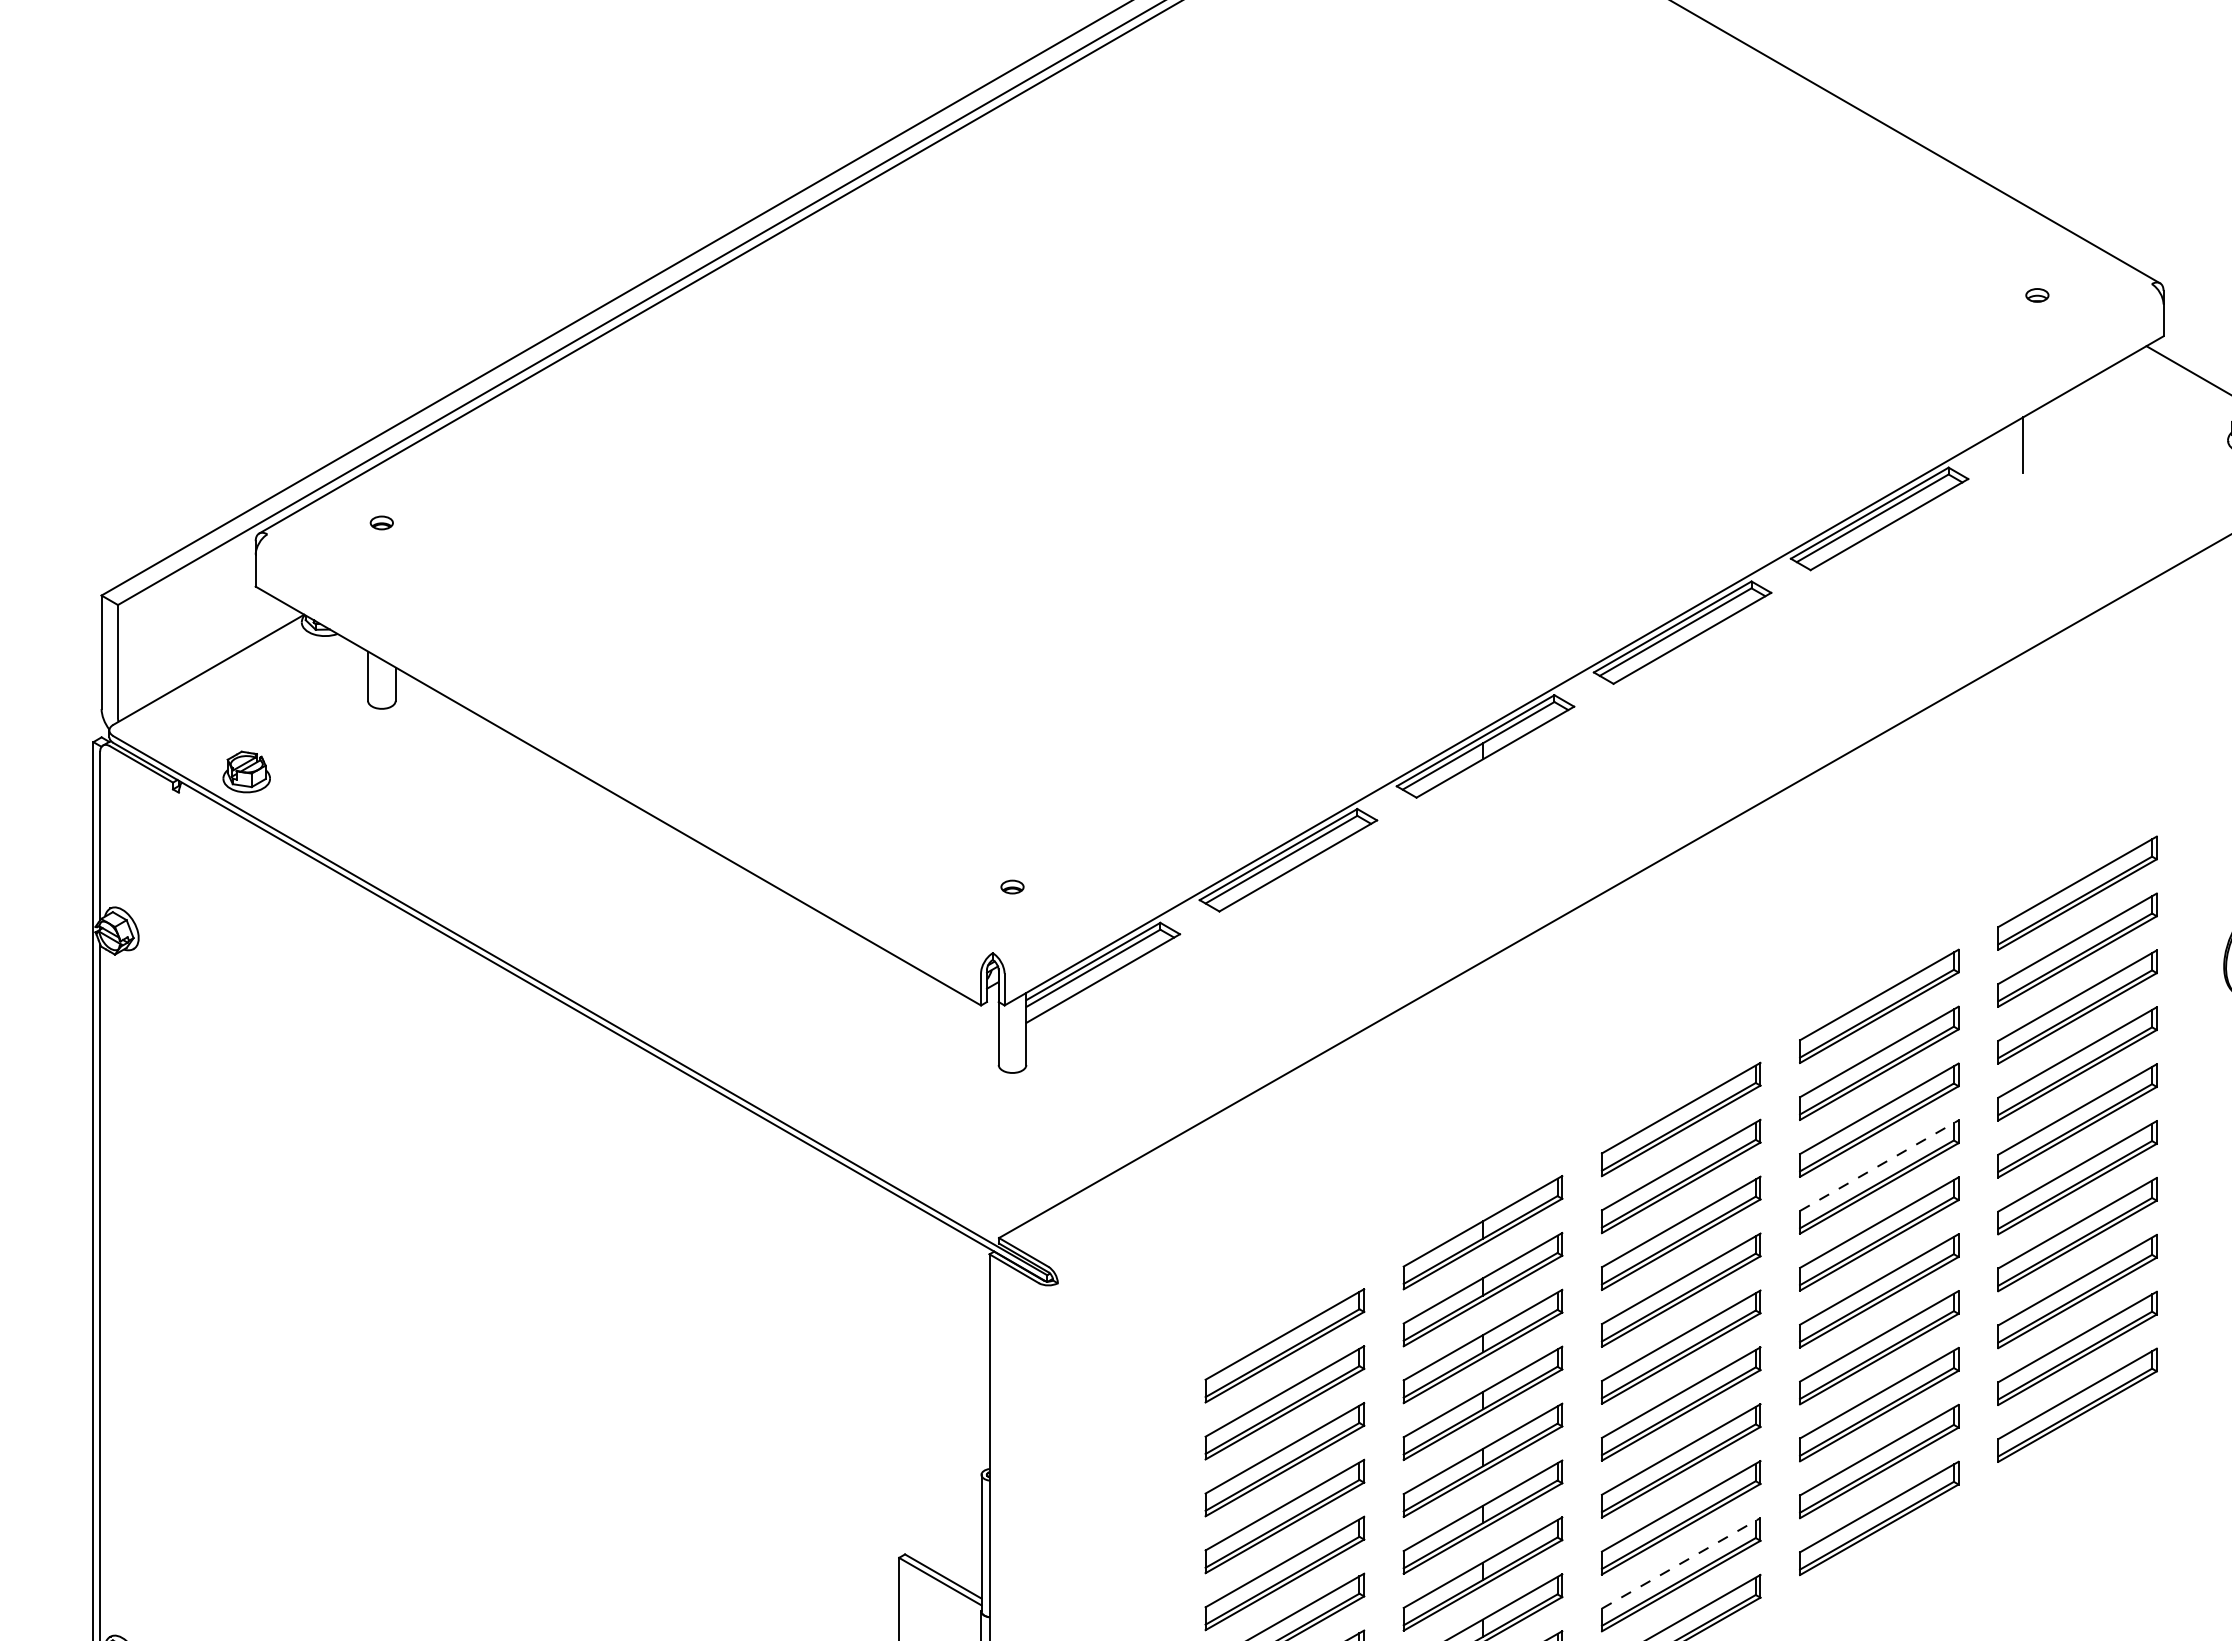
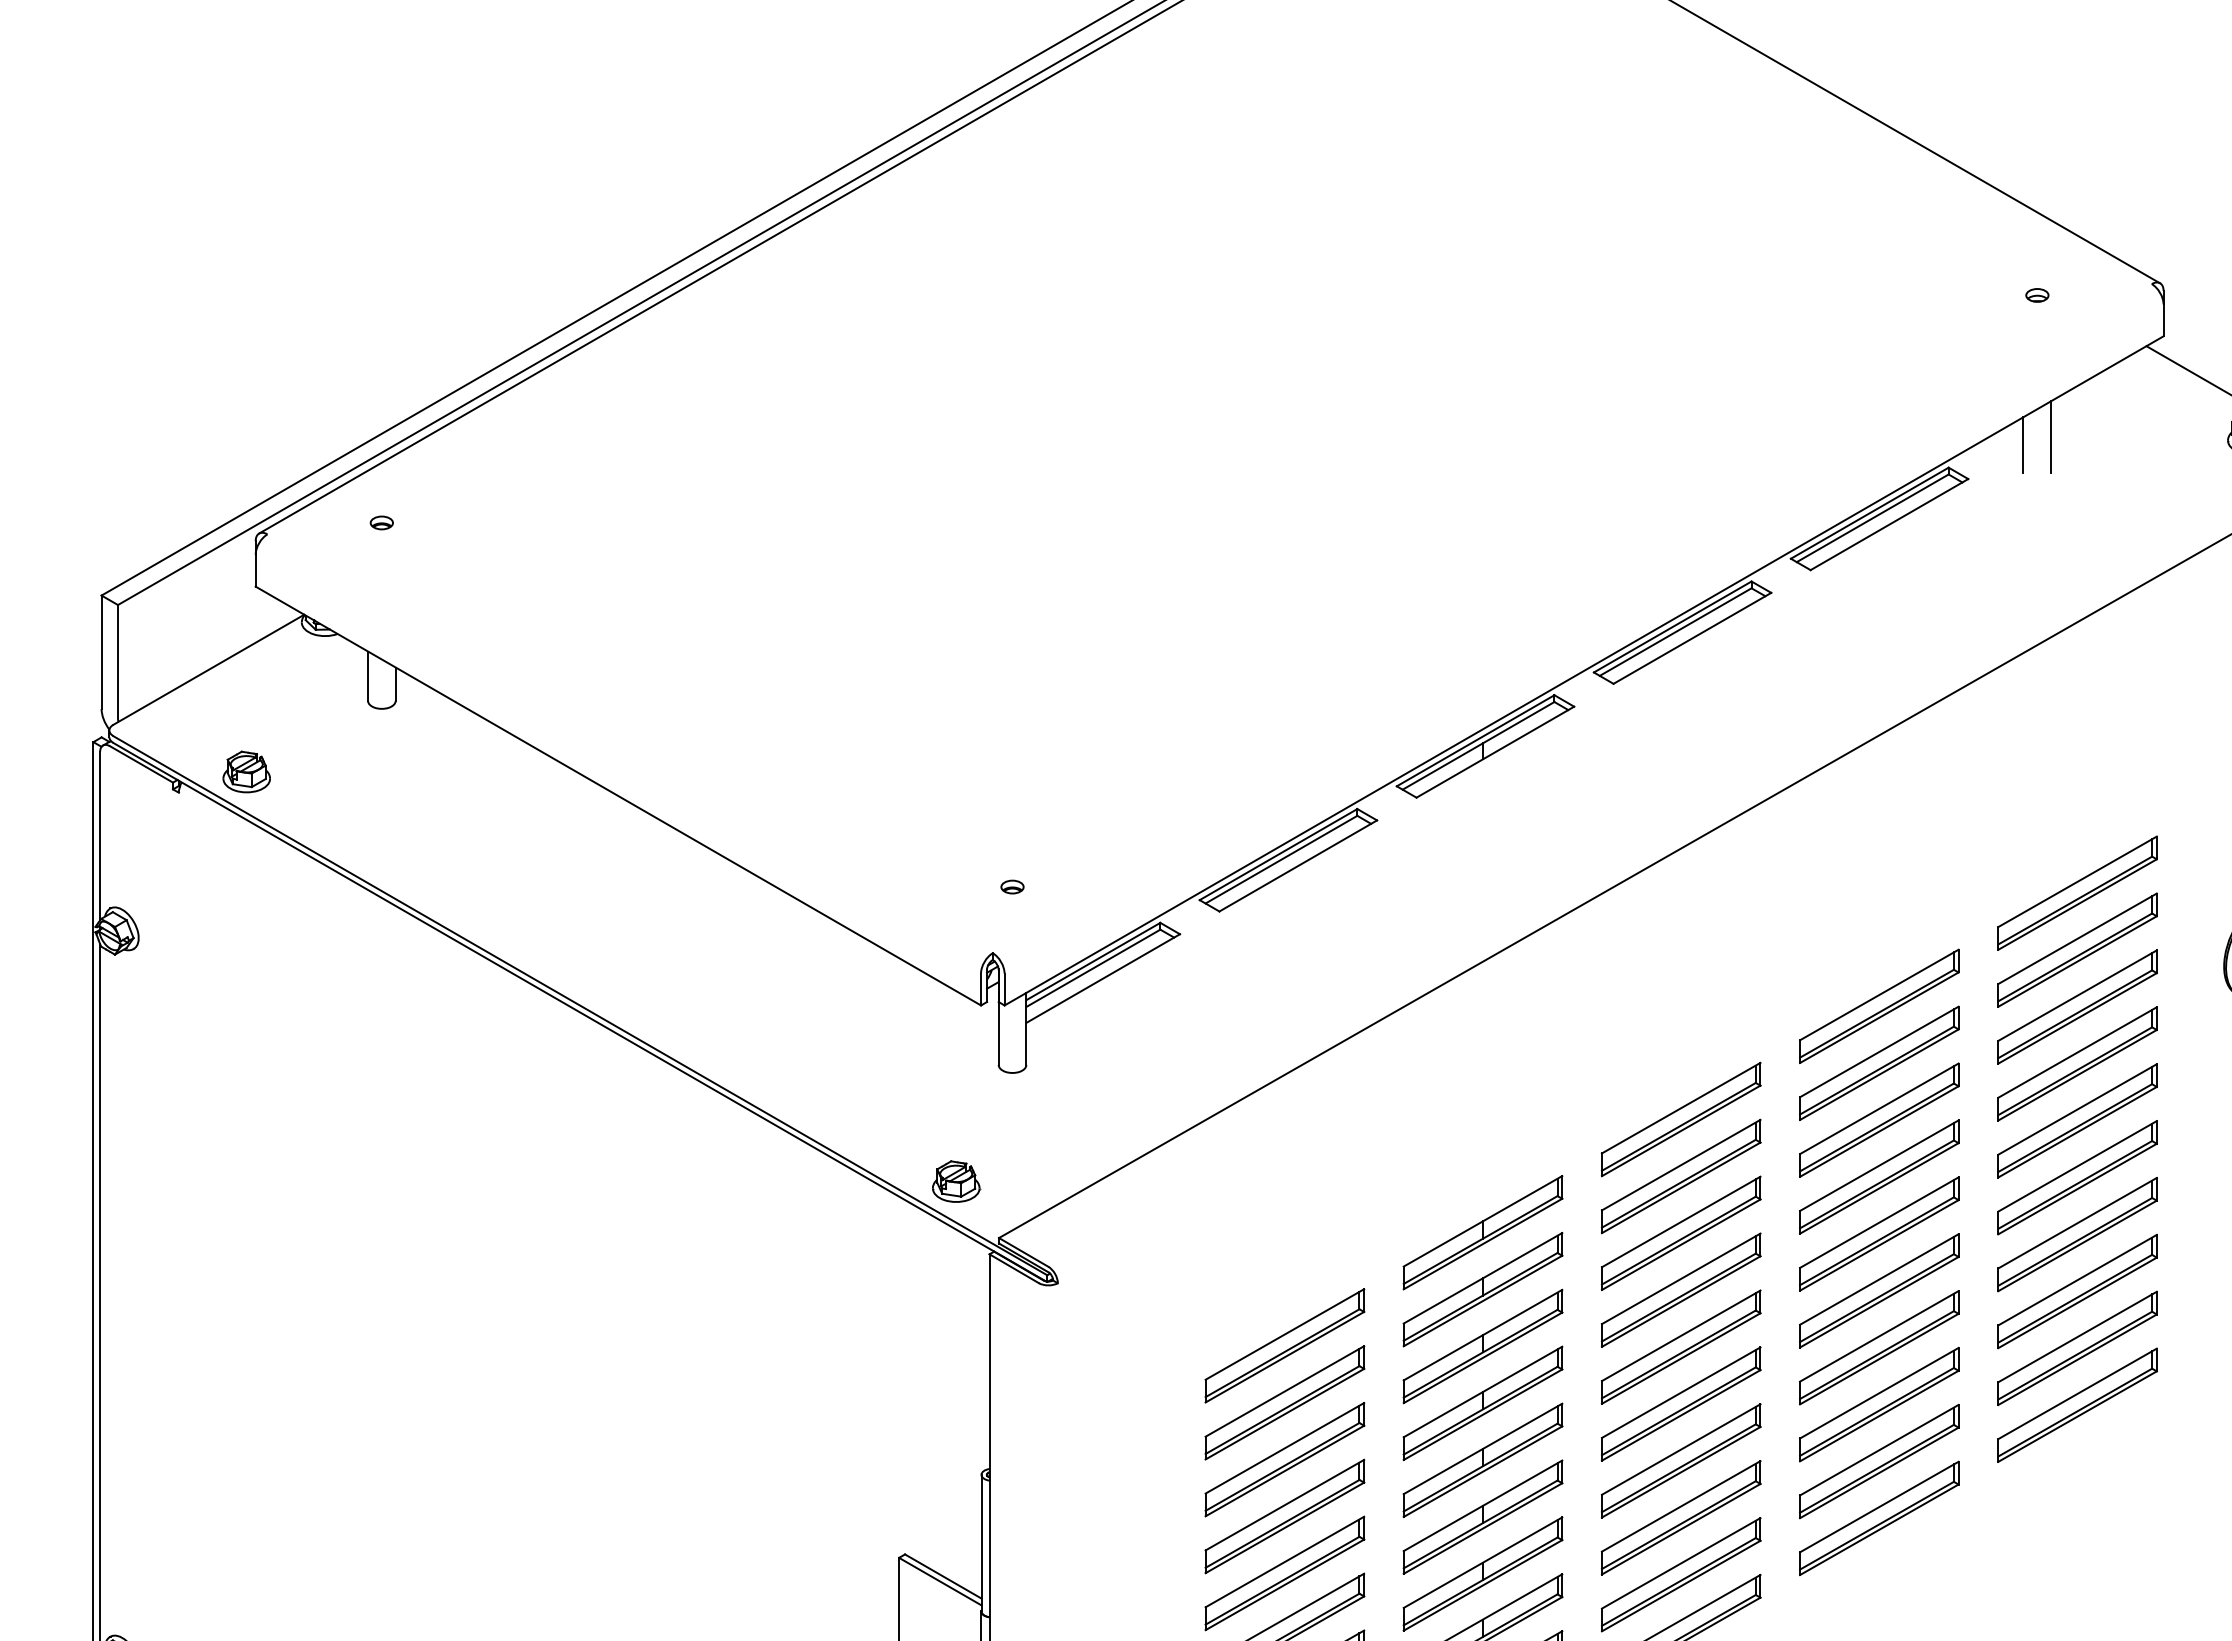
line at (2051, 437): none -> present
line at (1879, 1165): dashed -> solid
part at (956, 1181): none -> present
line at (1681, 1563): dashed -> solid
